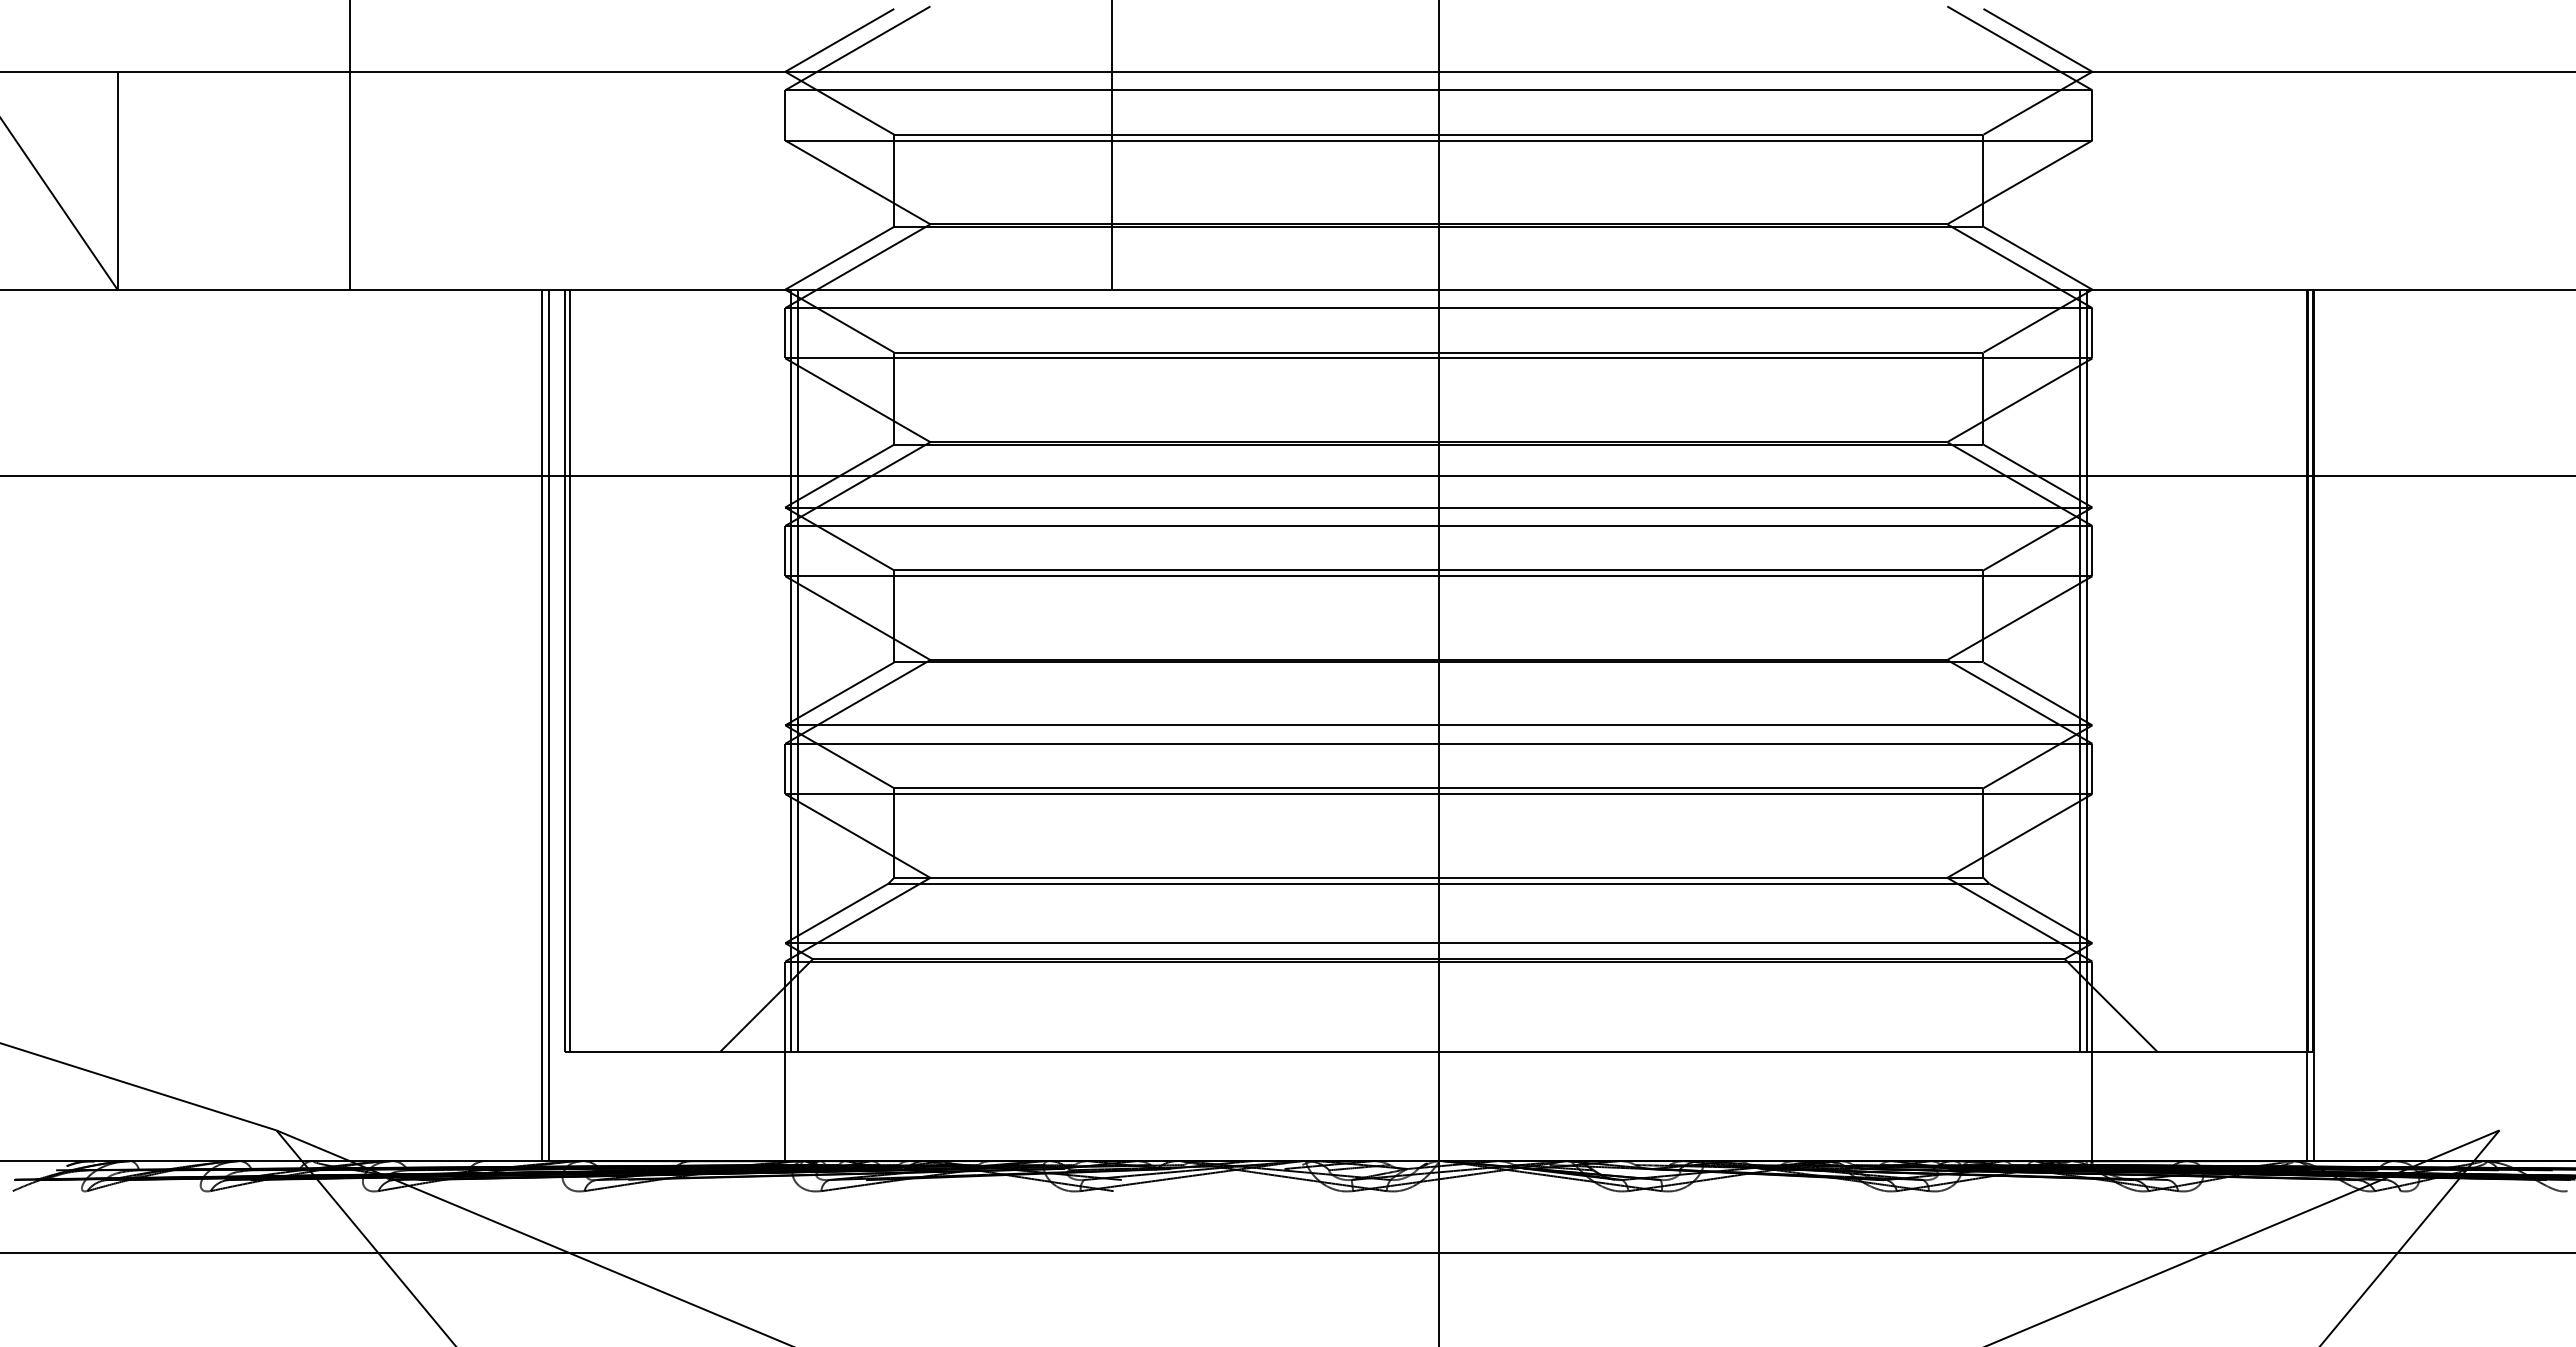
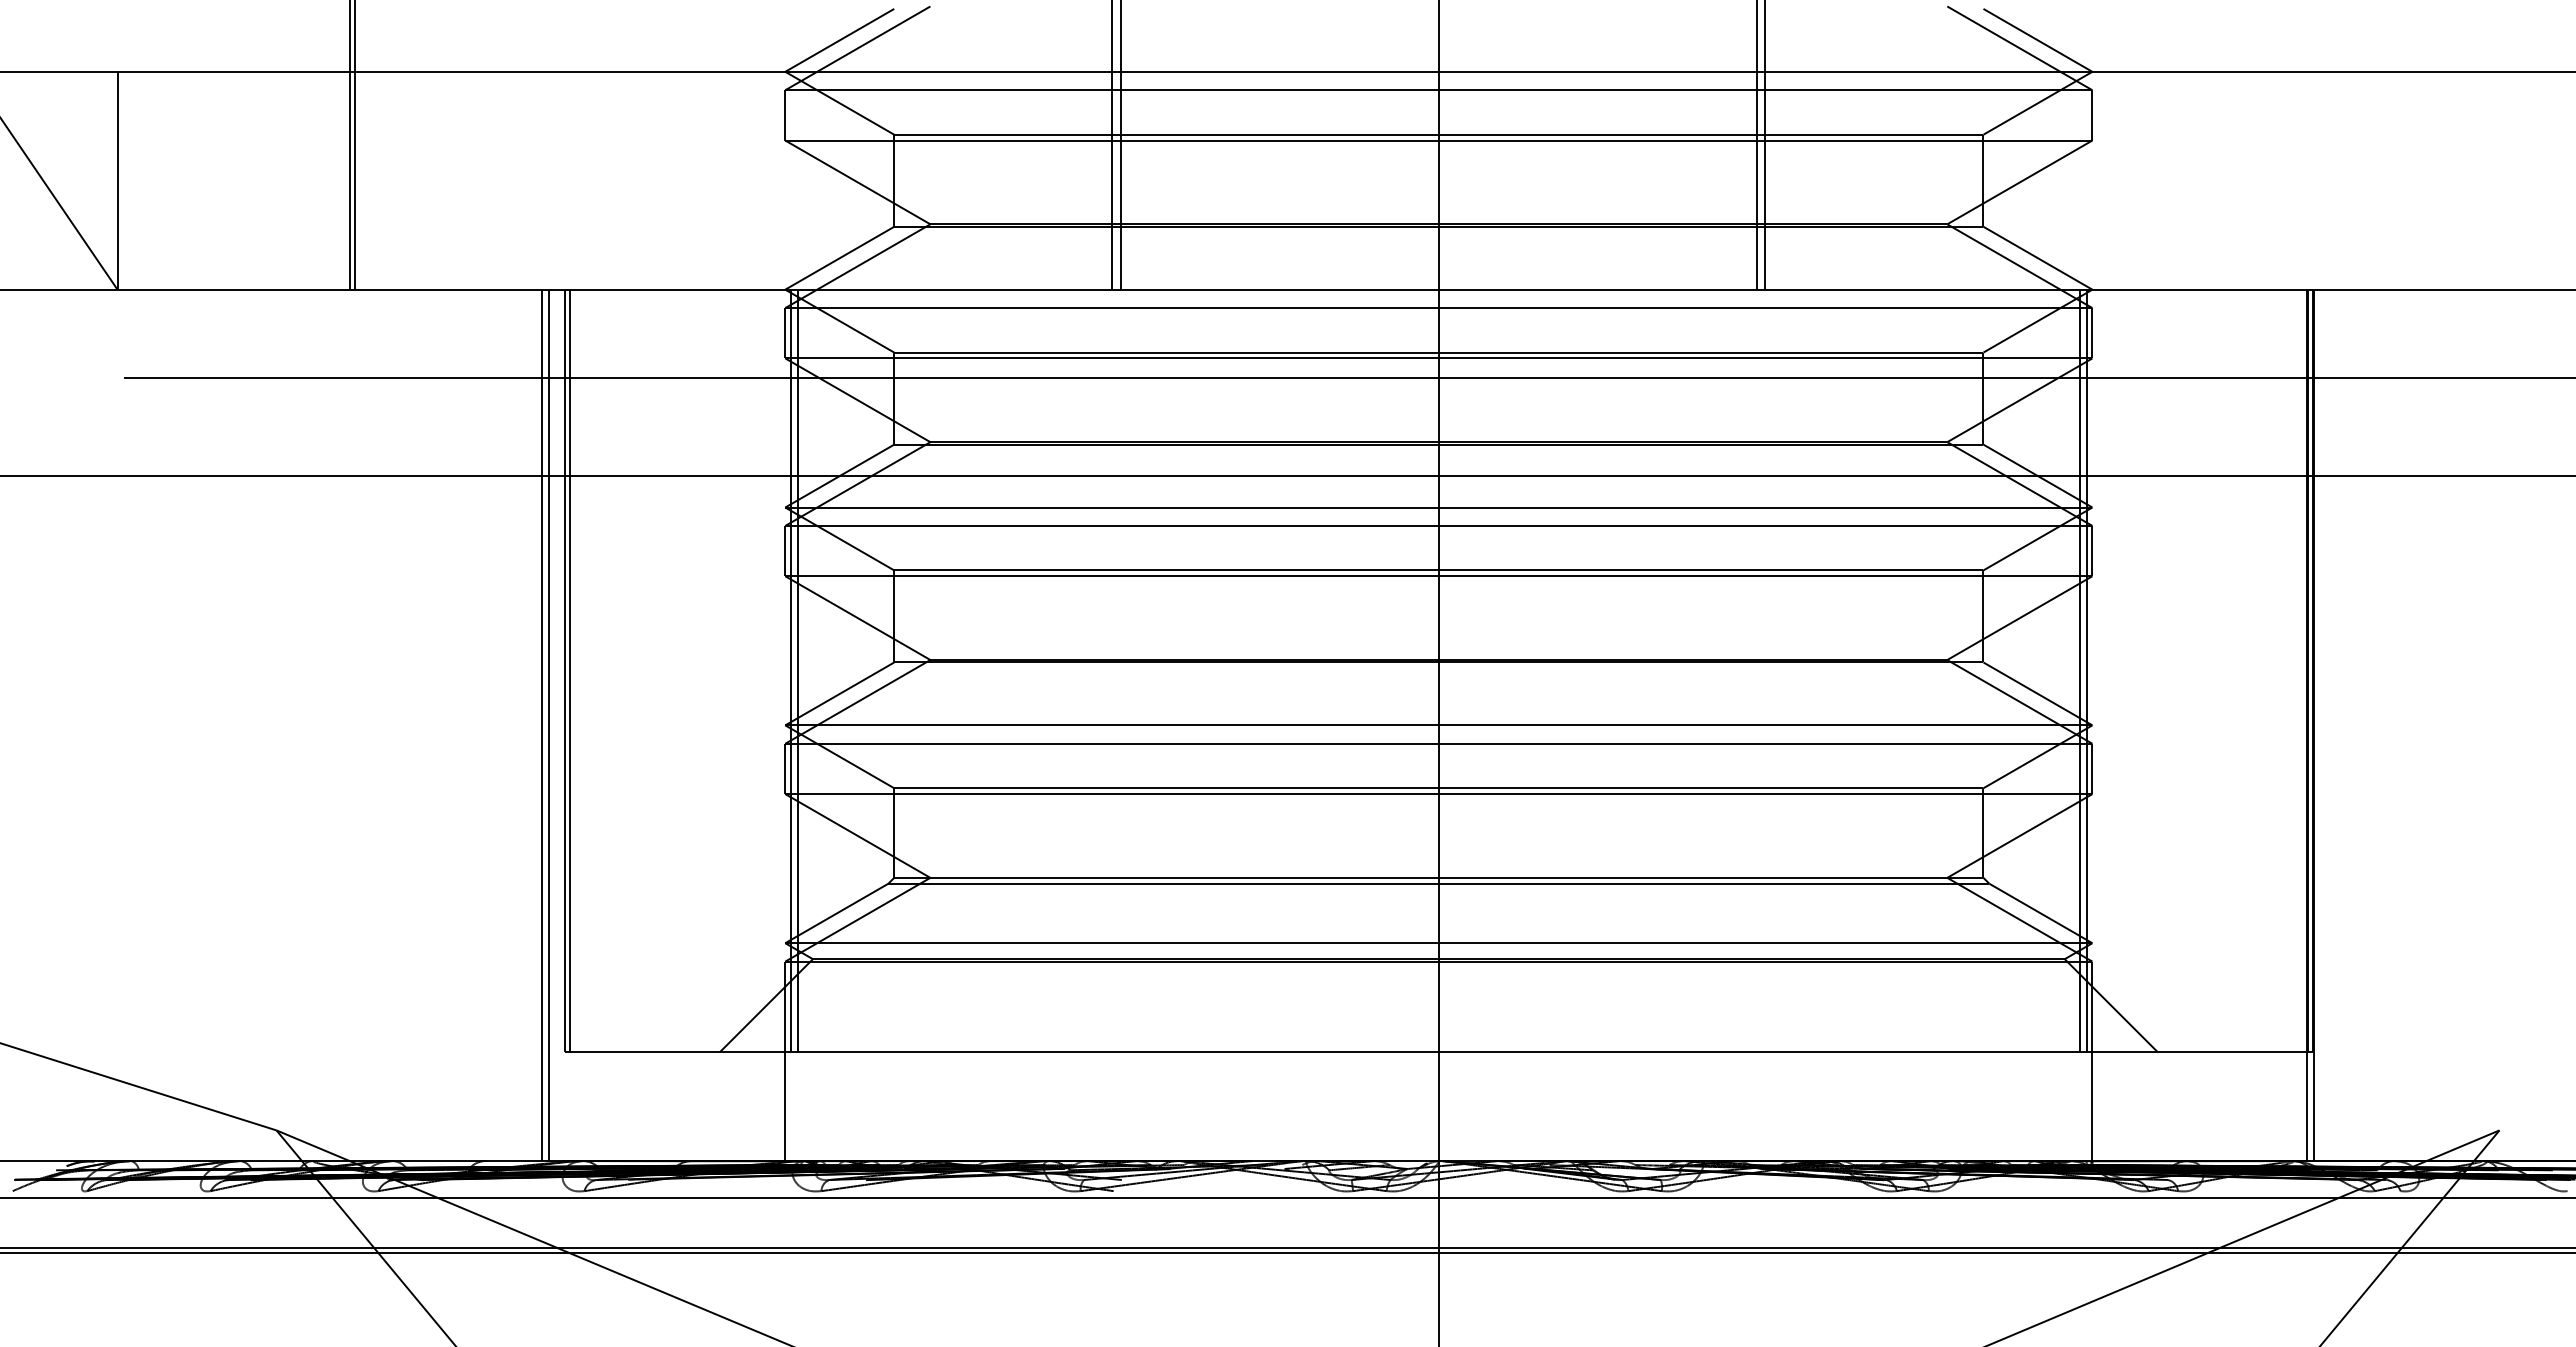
line at (355, 145): none -> present
line at (1120, 145): none -> present
line at (1756, 145): none -> present
line at (1765, 145): none -> present
line at (1287, 378): none -> present
line at (1287, 1198): none -> present
line at (1287, 1248): none -> present
